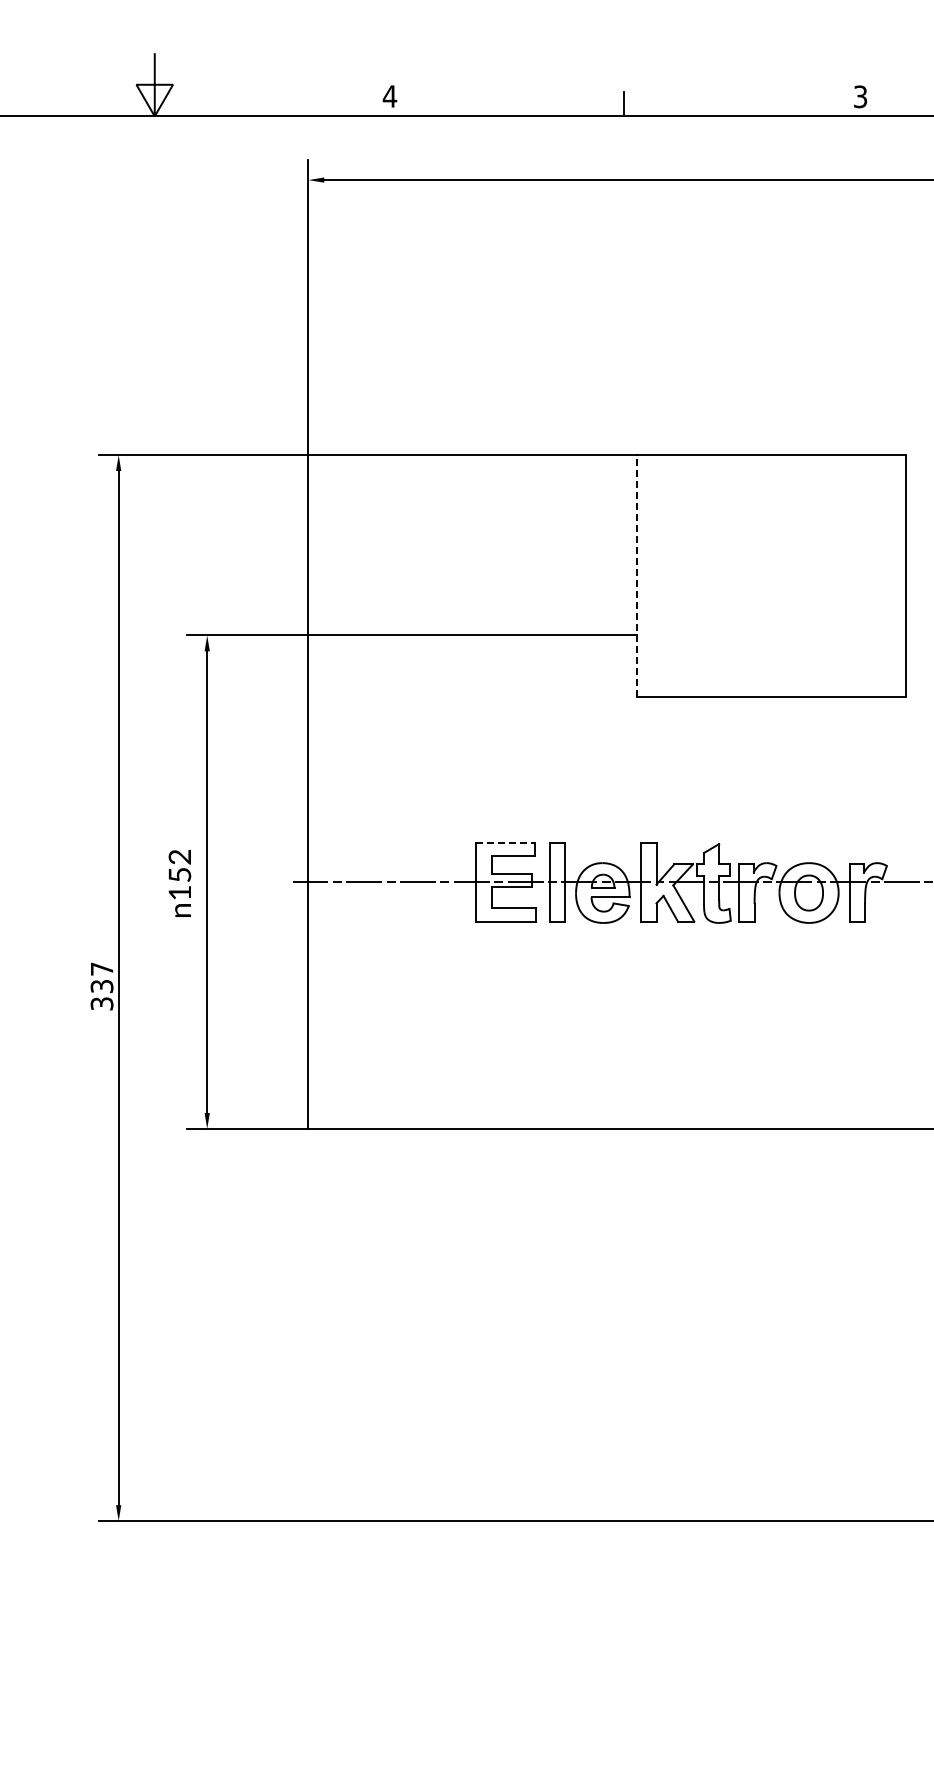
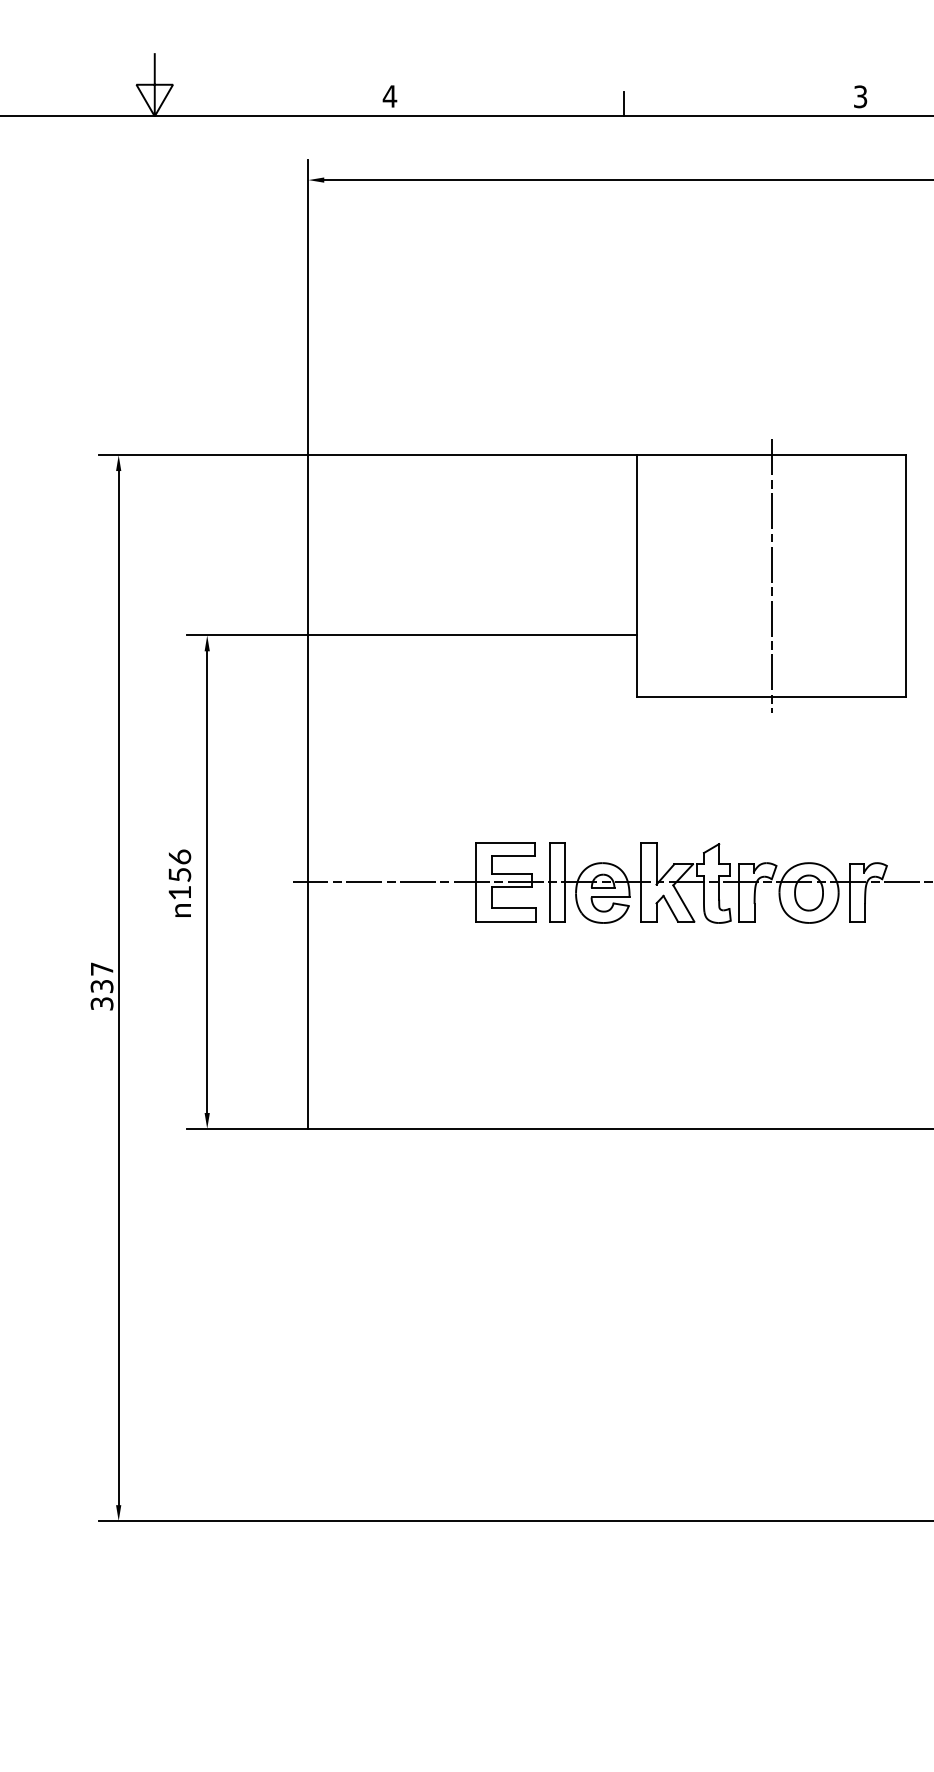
line at (771, 575): none -> present
line at (637, 576): dashed -> solid
line at (506, 842): dashed -> solid
text at (179, 856): 152 -> 156
